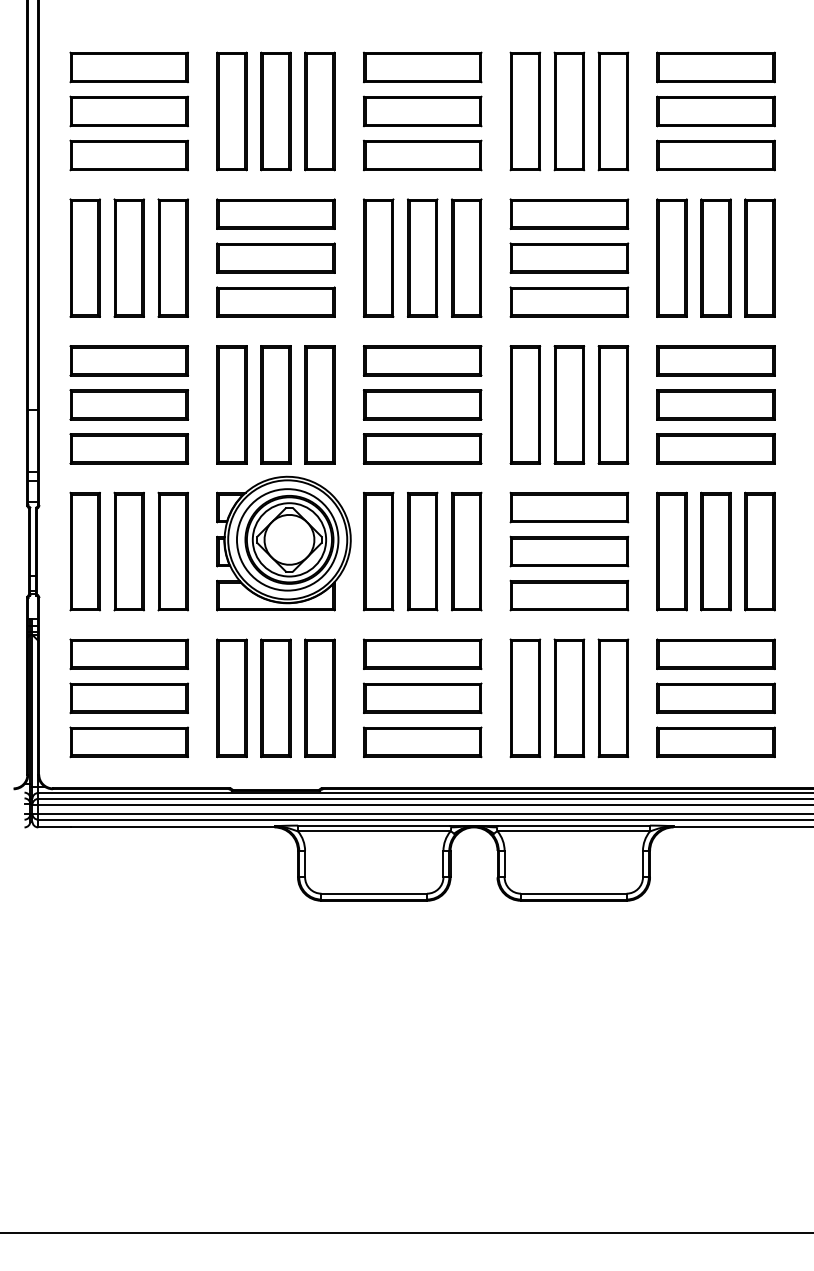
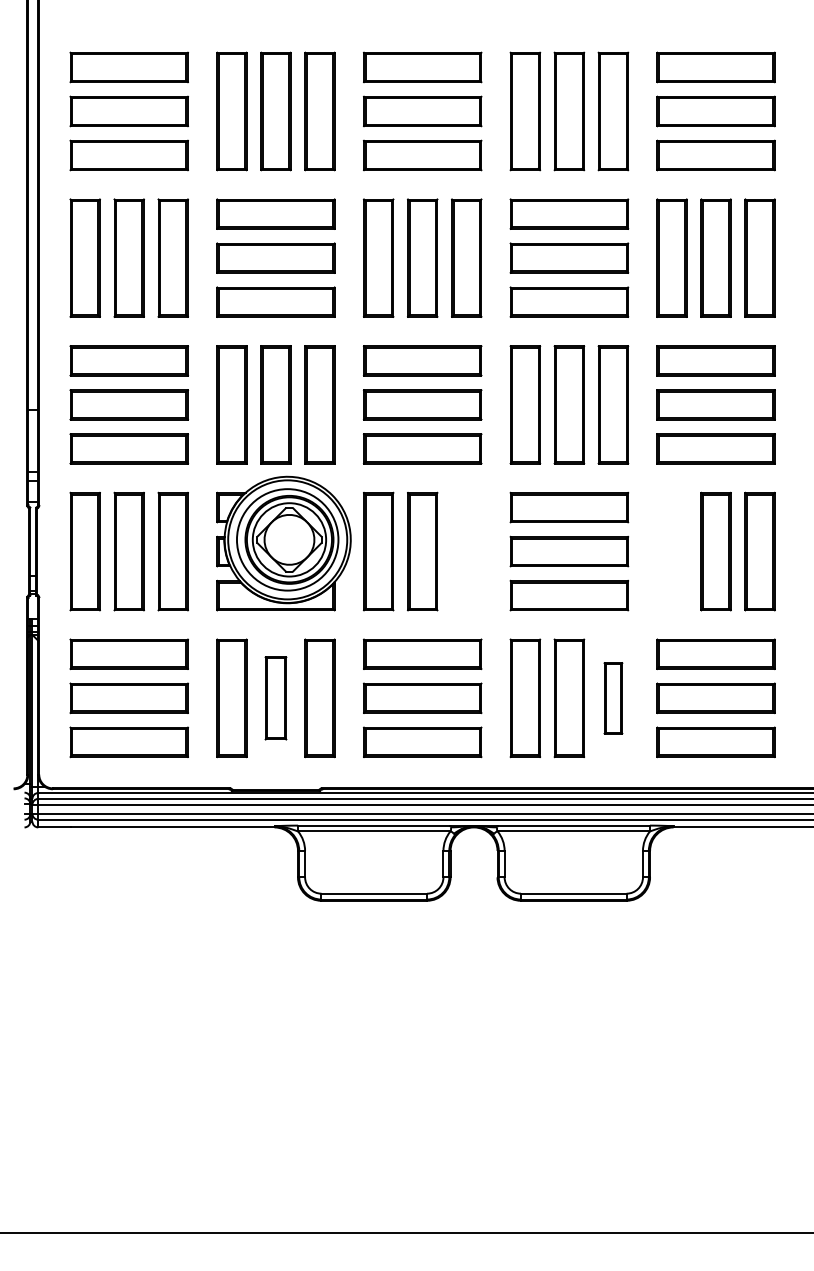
part at (466, 551): present -> none
part at (671, 551): present -> none
part at (275, 698) size: 32x121 px -> 24x85 px
part at (613, 698) size: 33x121 px -> 21x73 px
